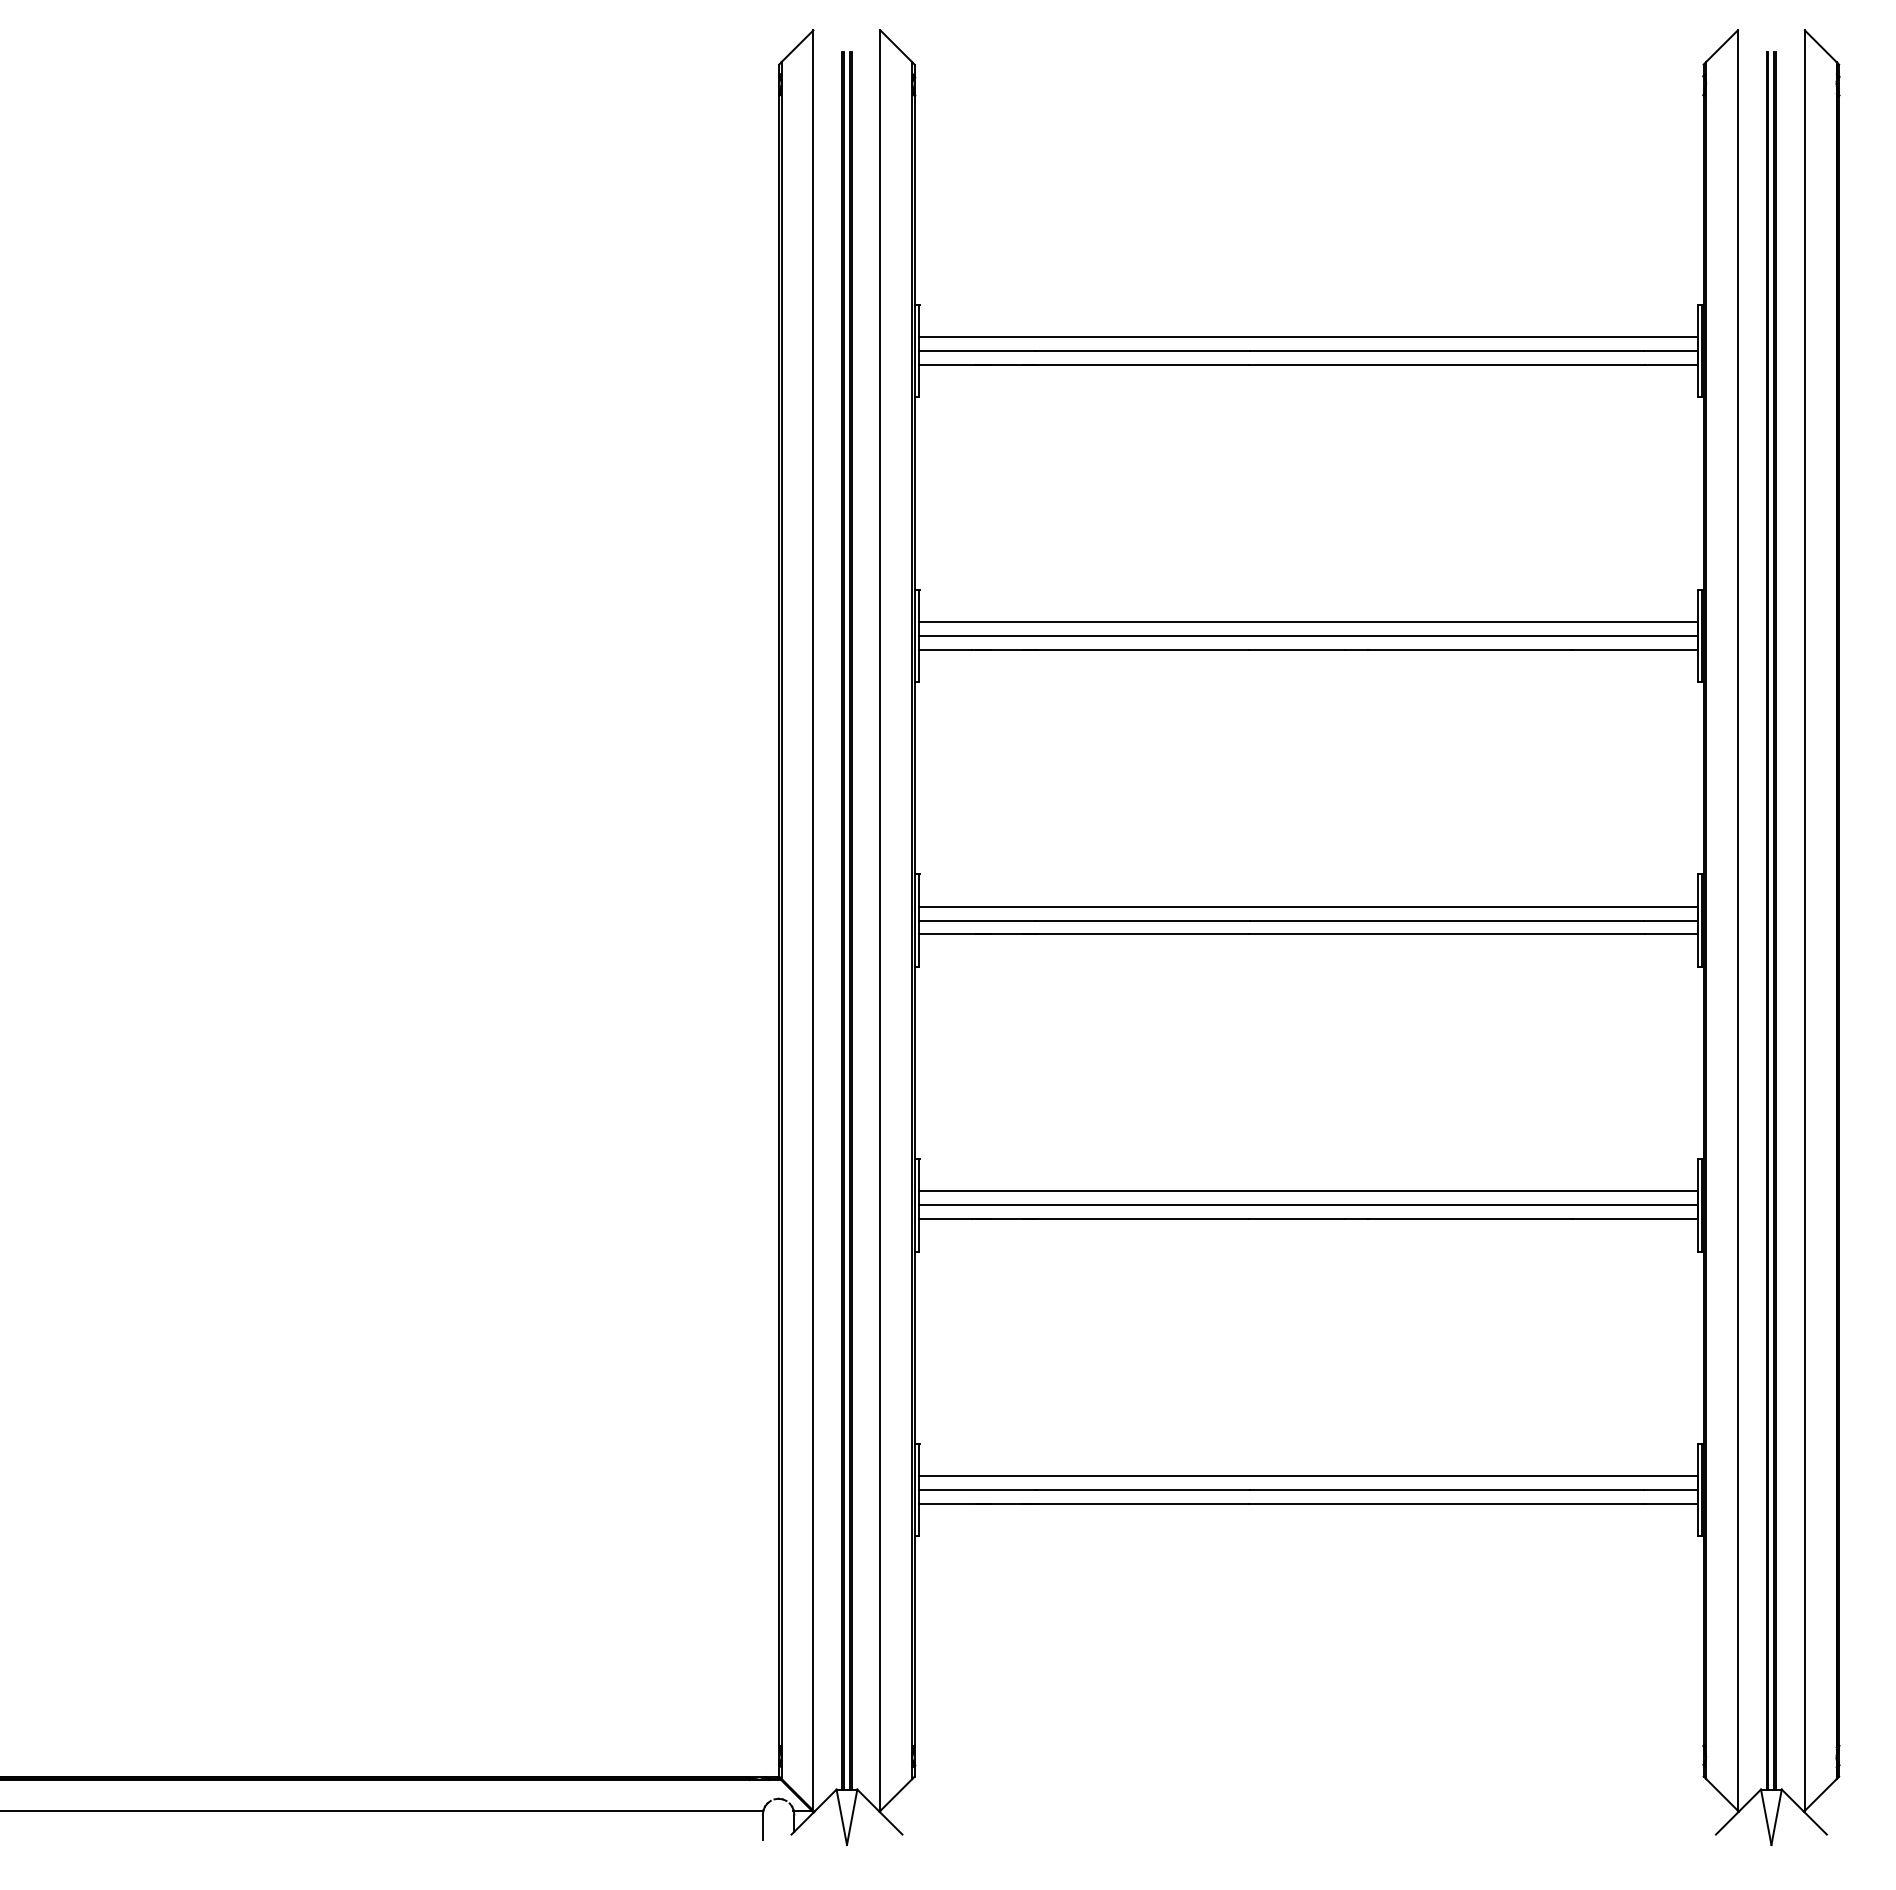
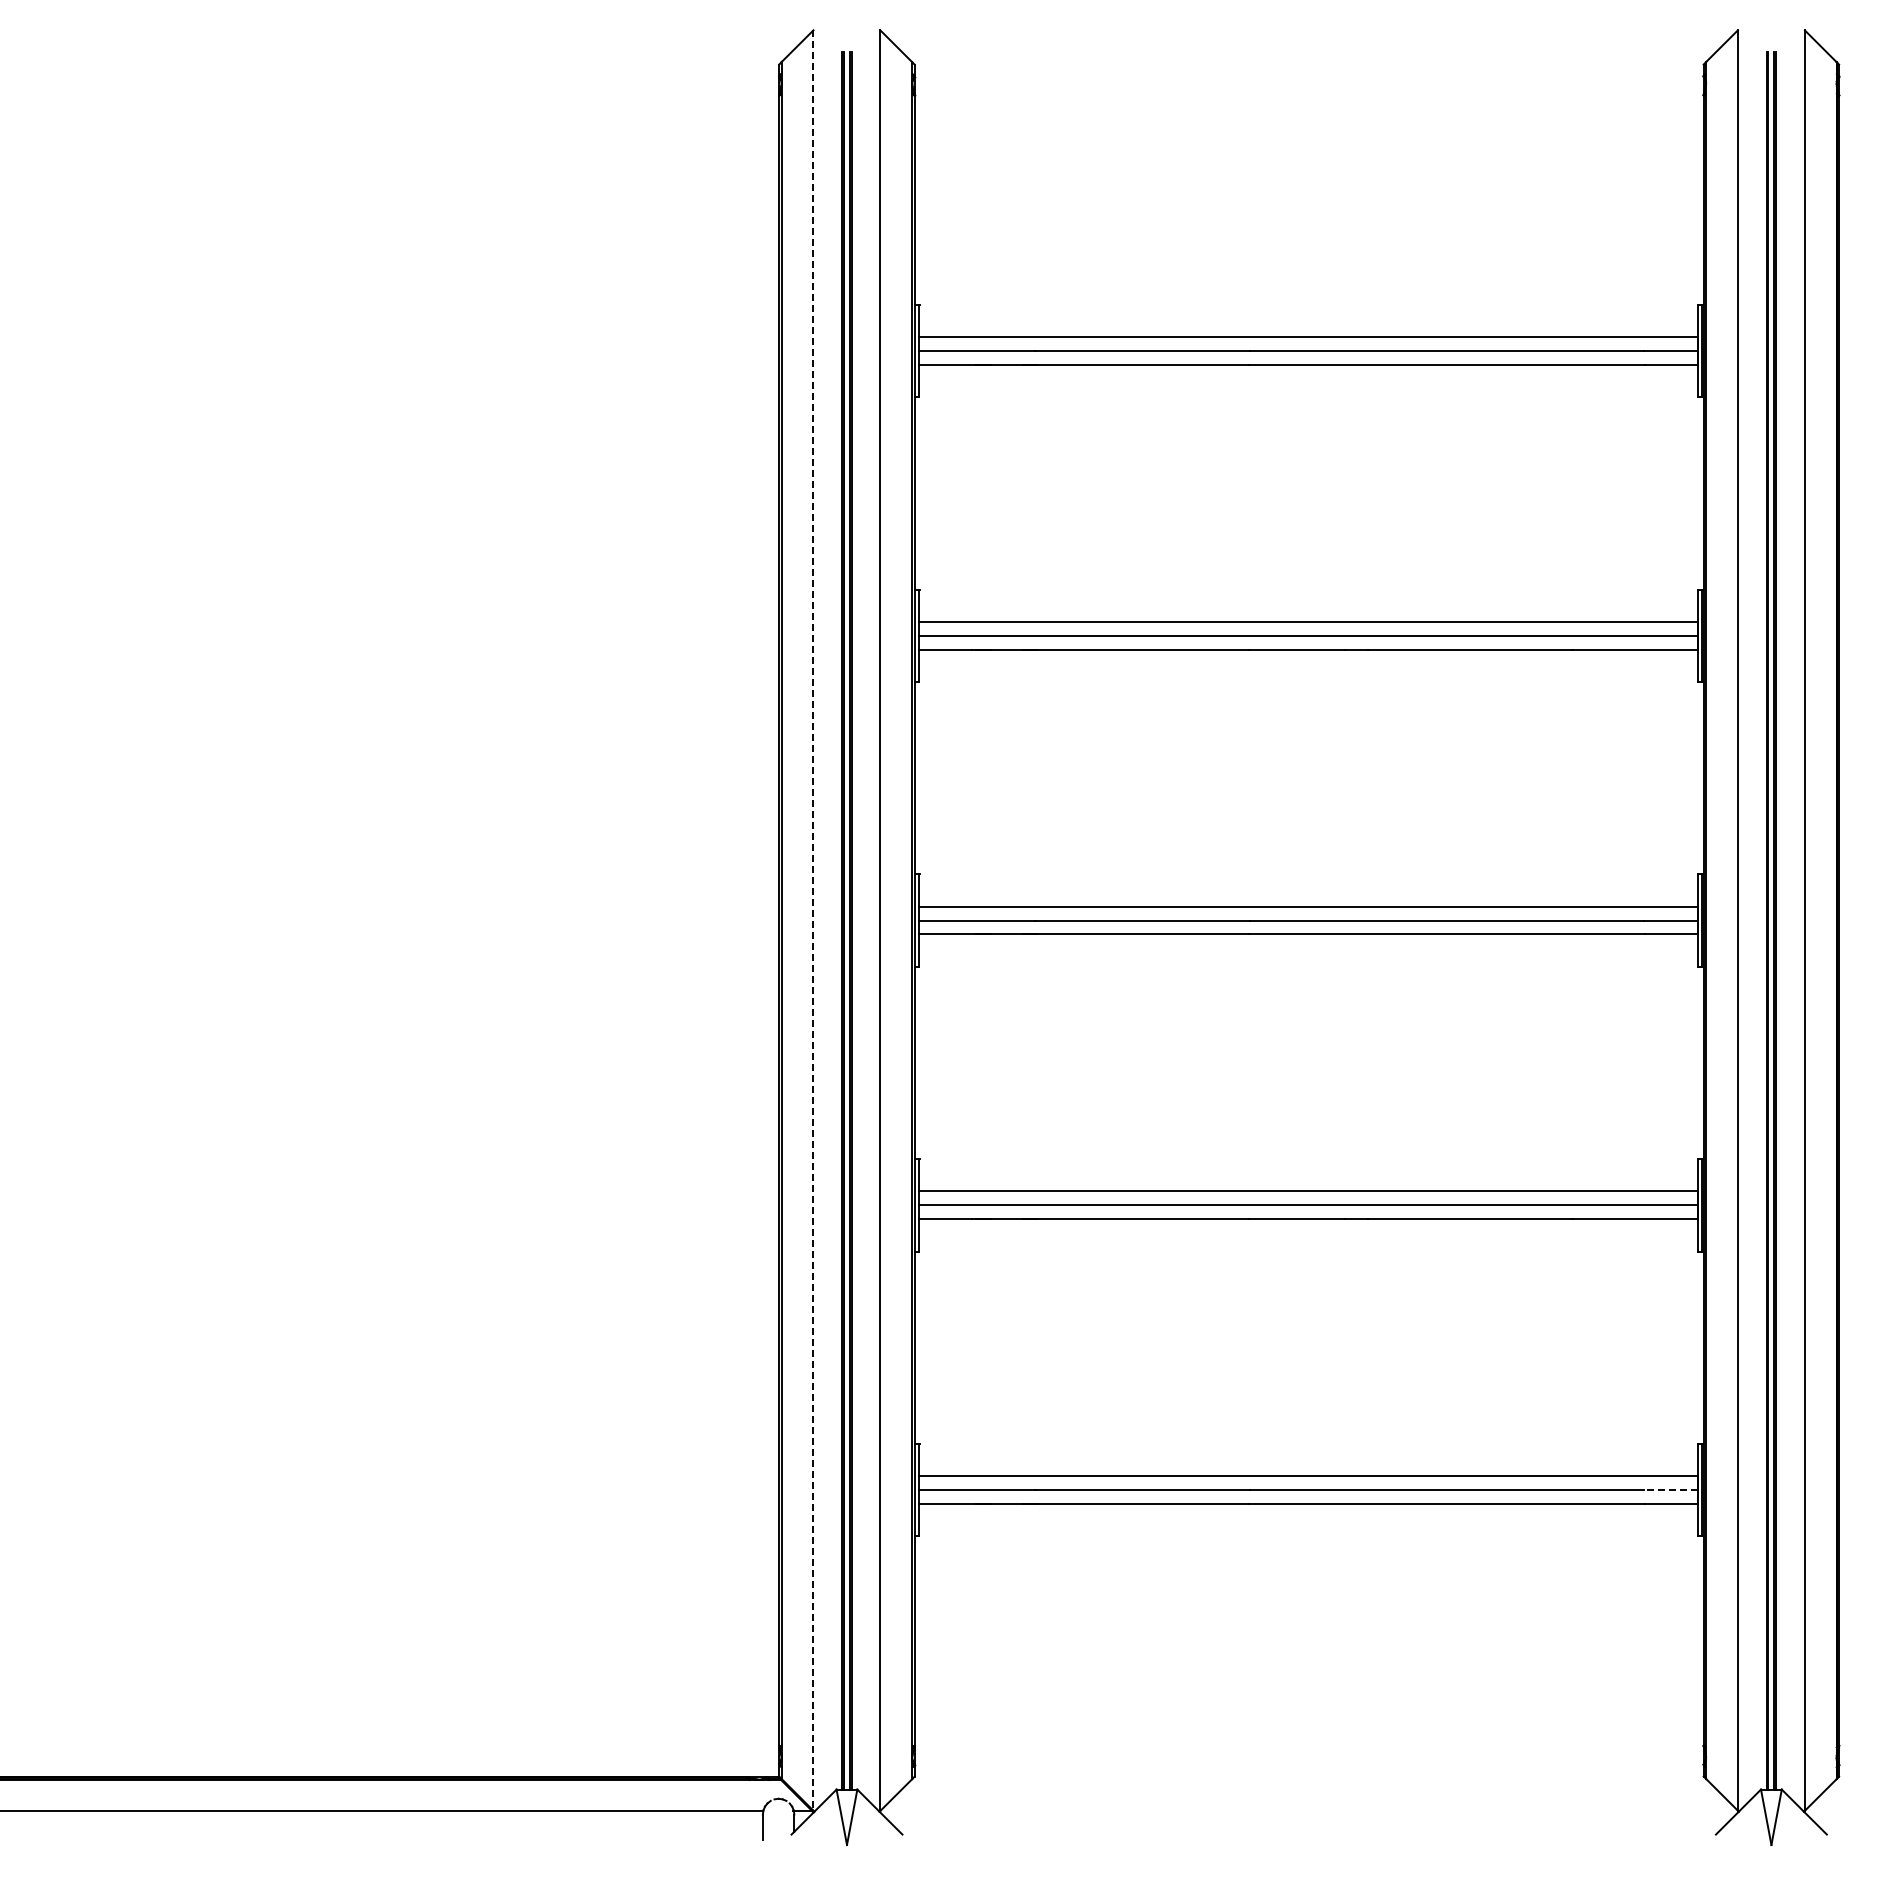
line at (813, 921): solid -> dashed
line at (1670, 1490): solid -> dashed
